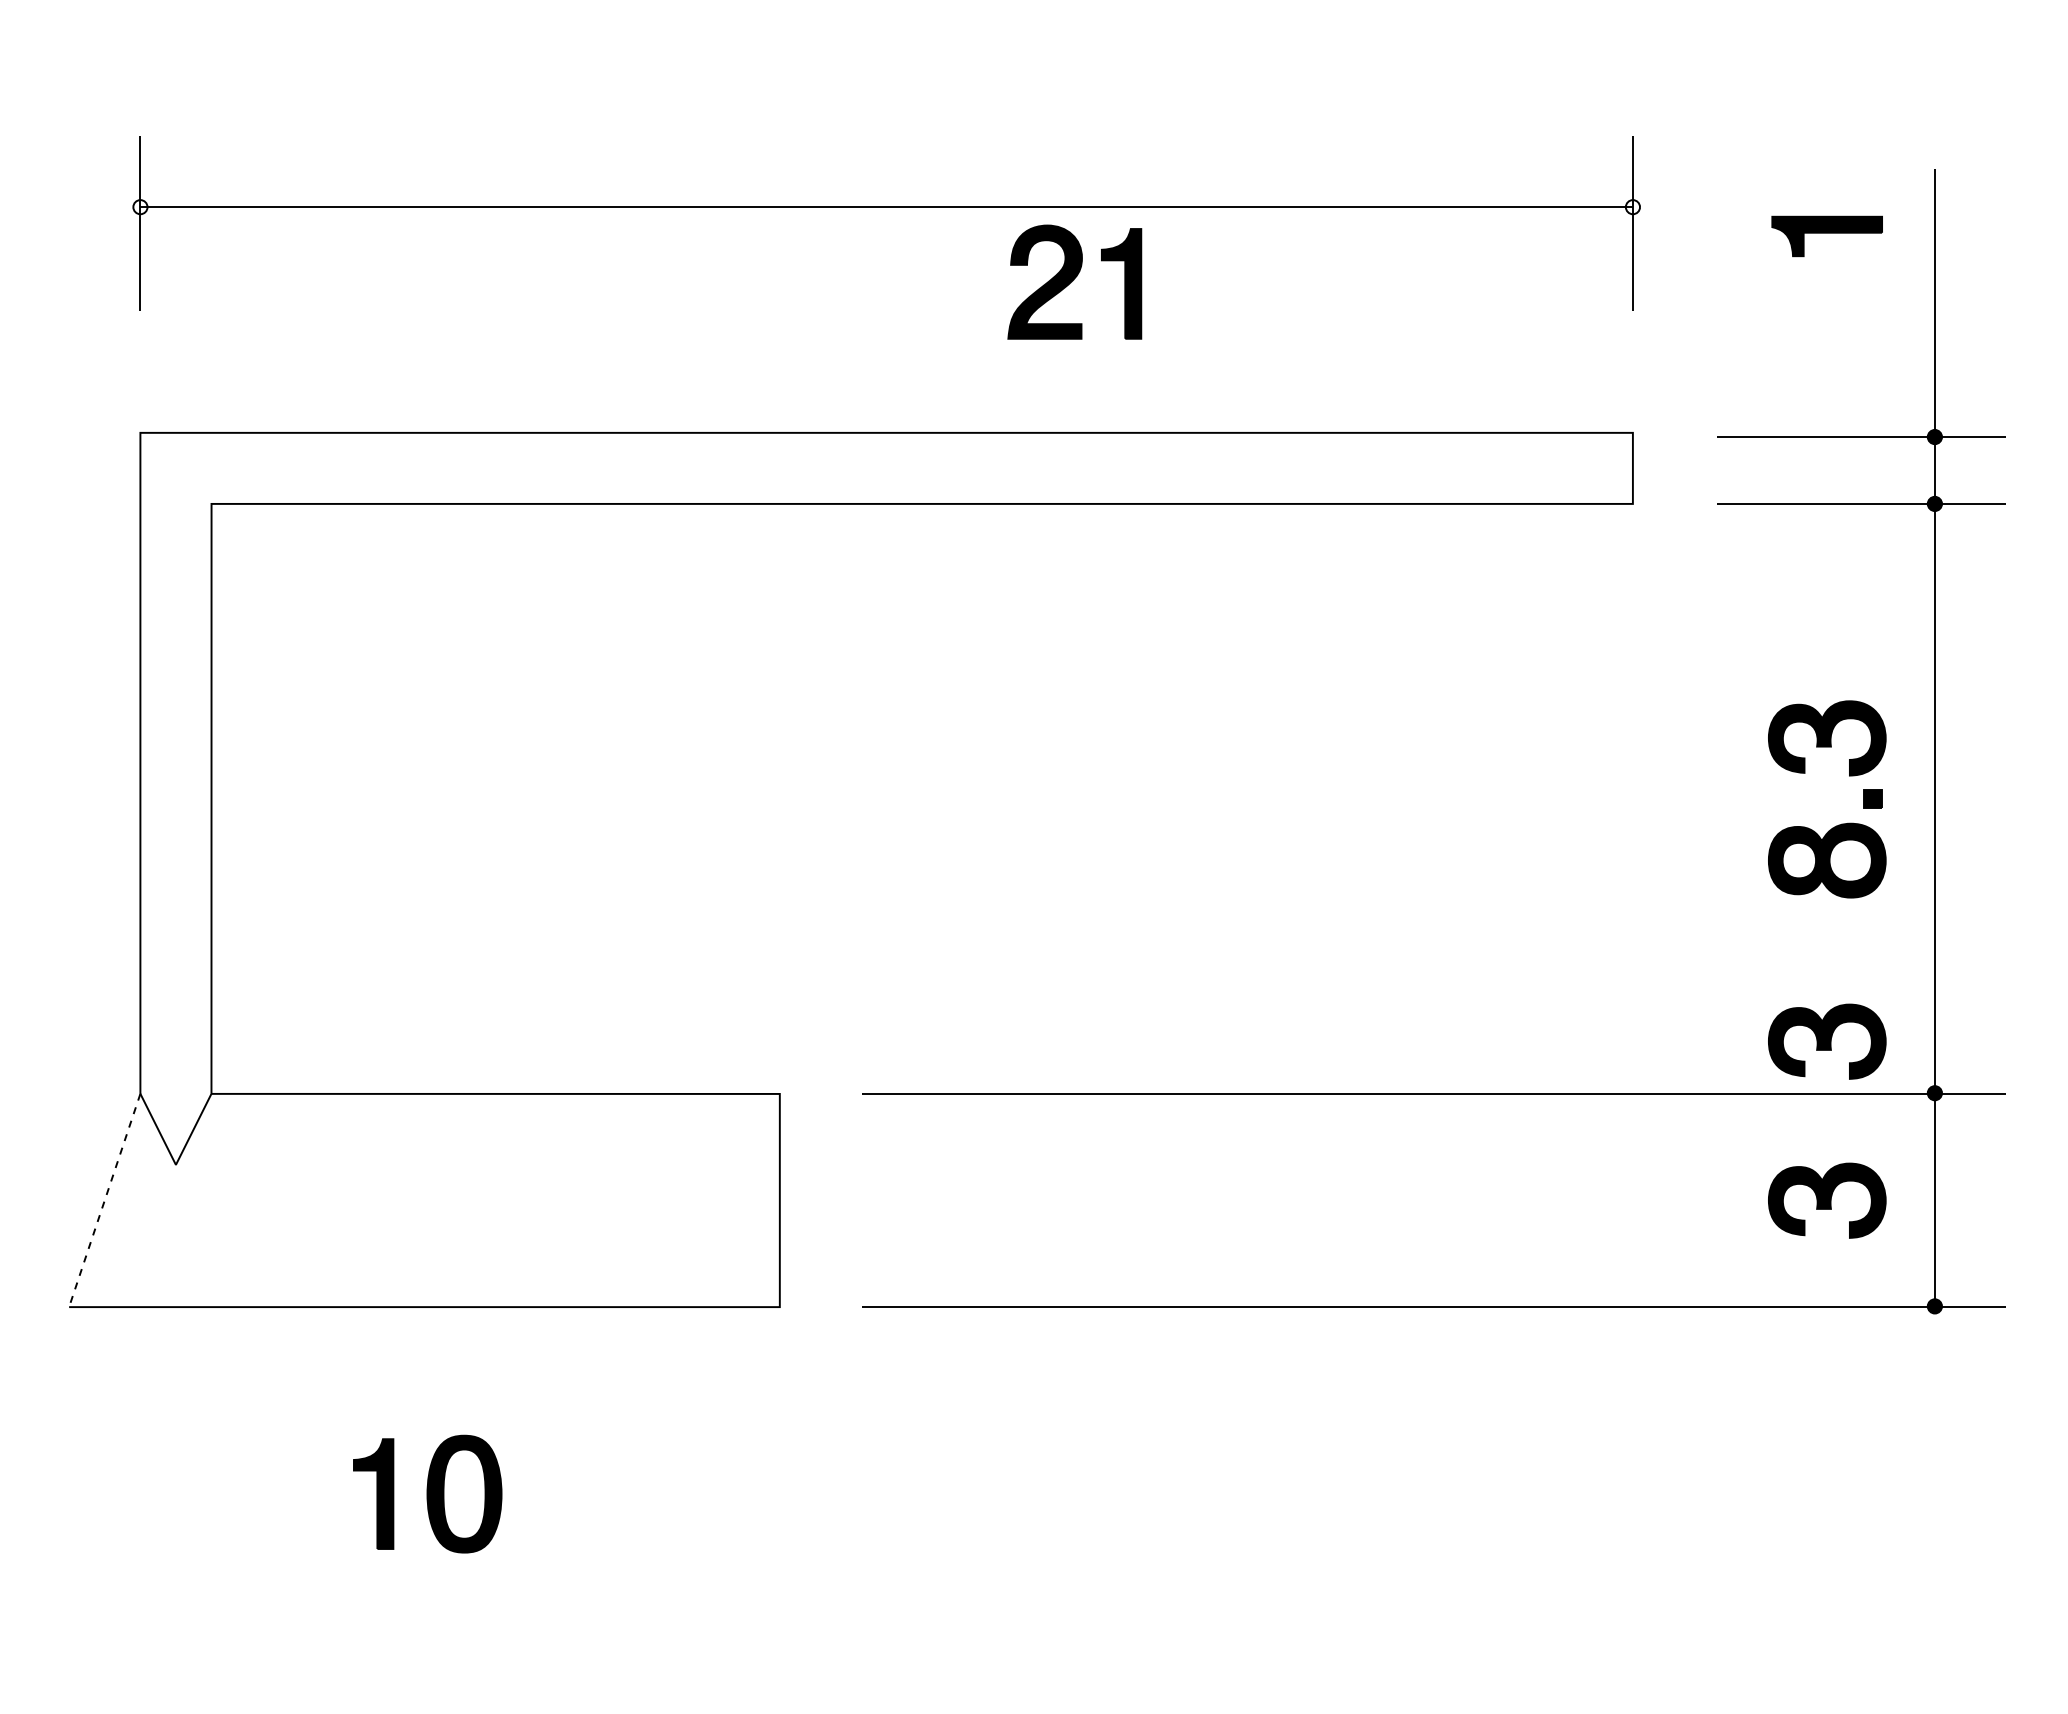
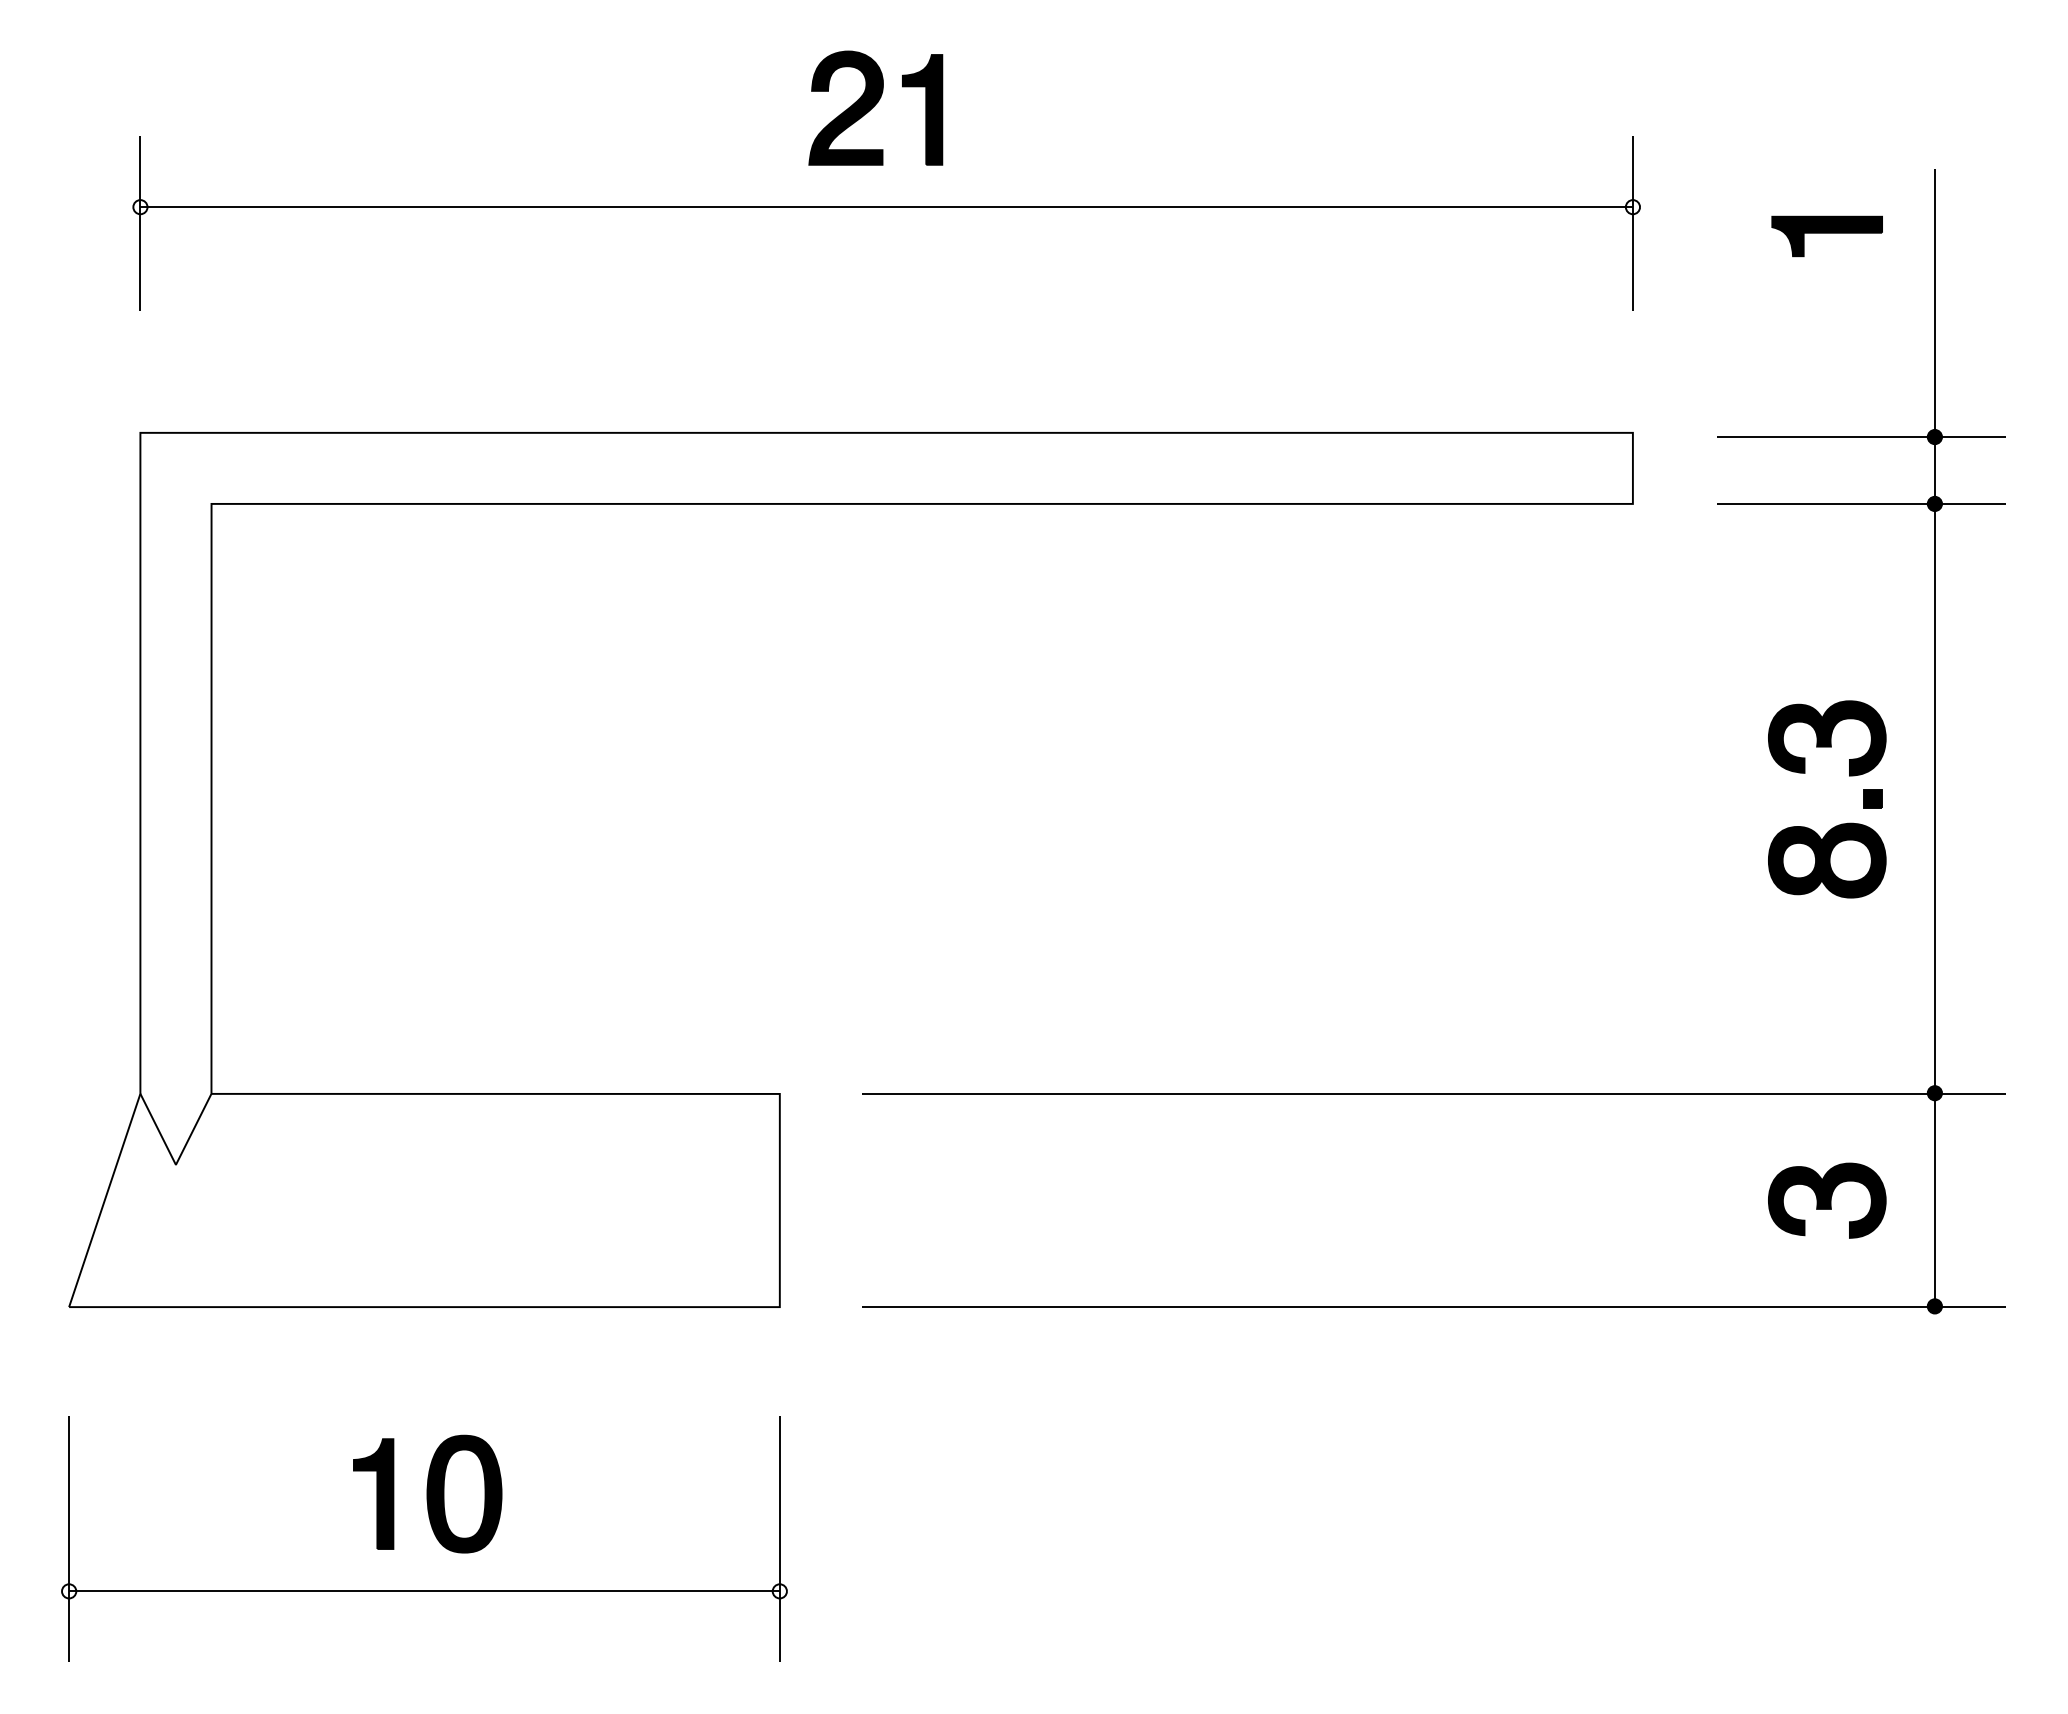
part at (1074, 281) position: (1074, 281) -> (875, 107)
part at (1827, 1041): present -> none
line at (104, 1200): dashed -> solid
part at (424, 1590): none -> present
